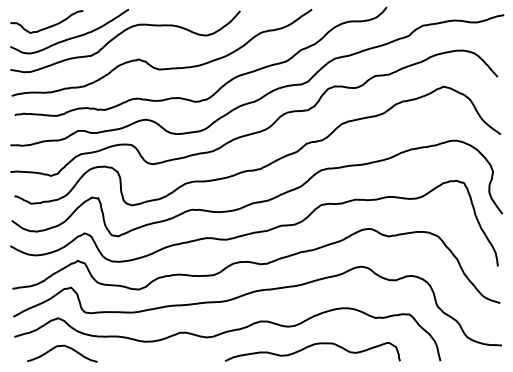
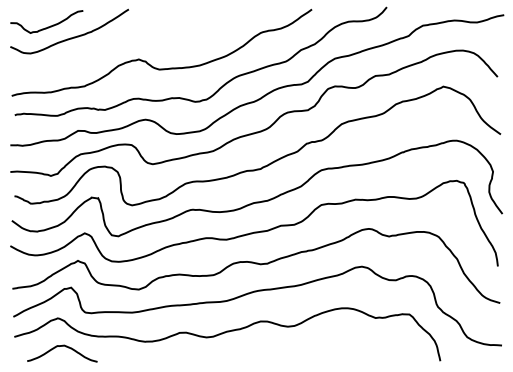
curve at (119, 35): present -> none
curve at (309, 347): present -> none
